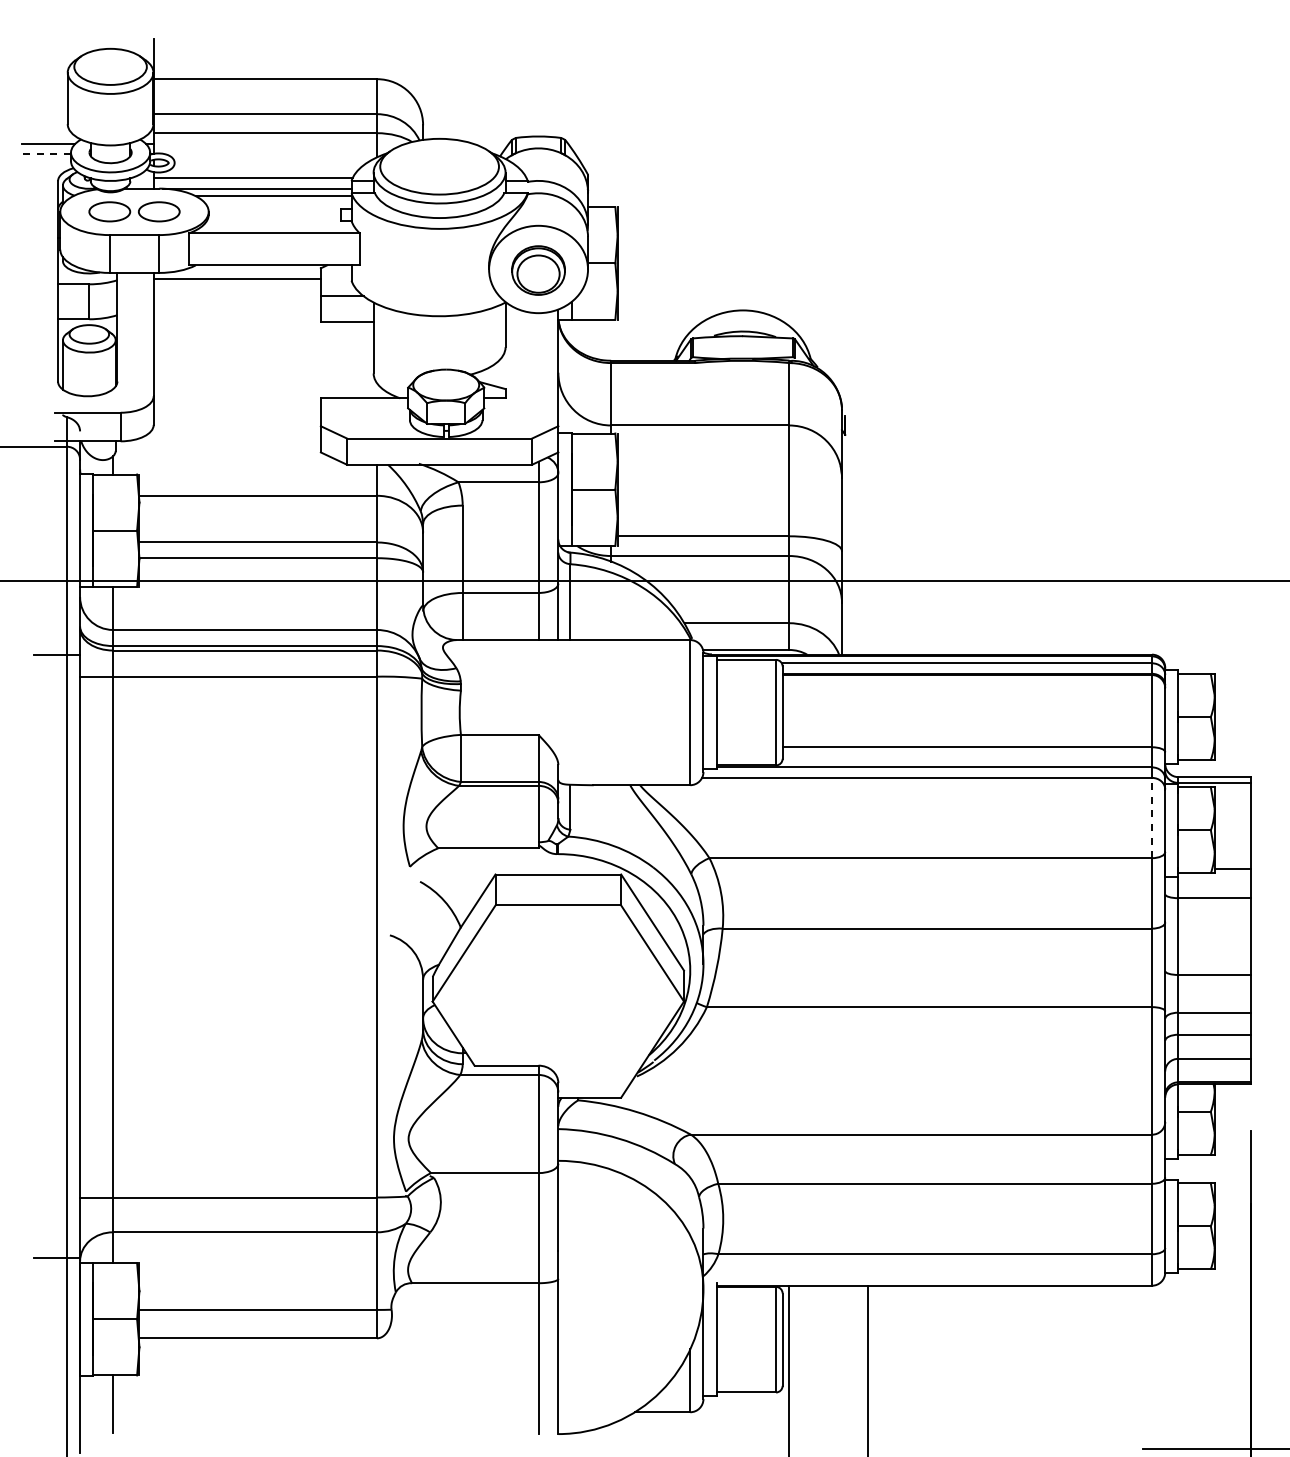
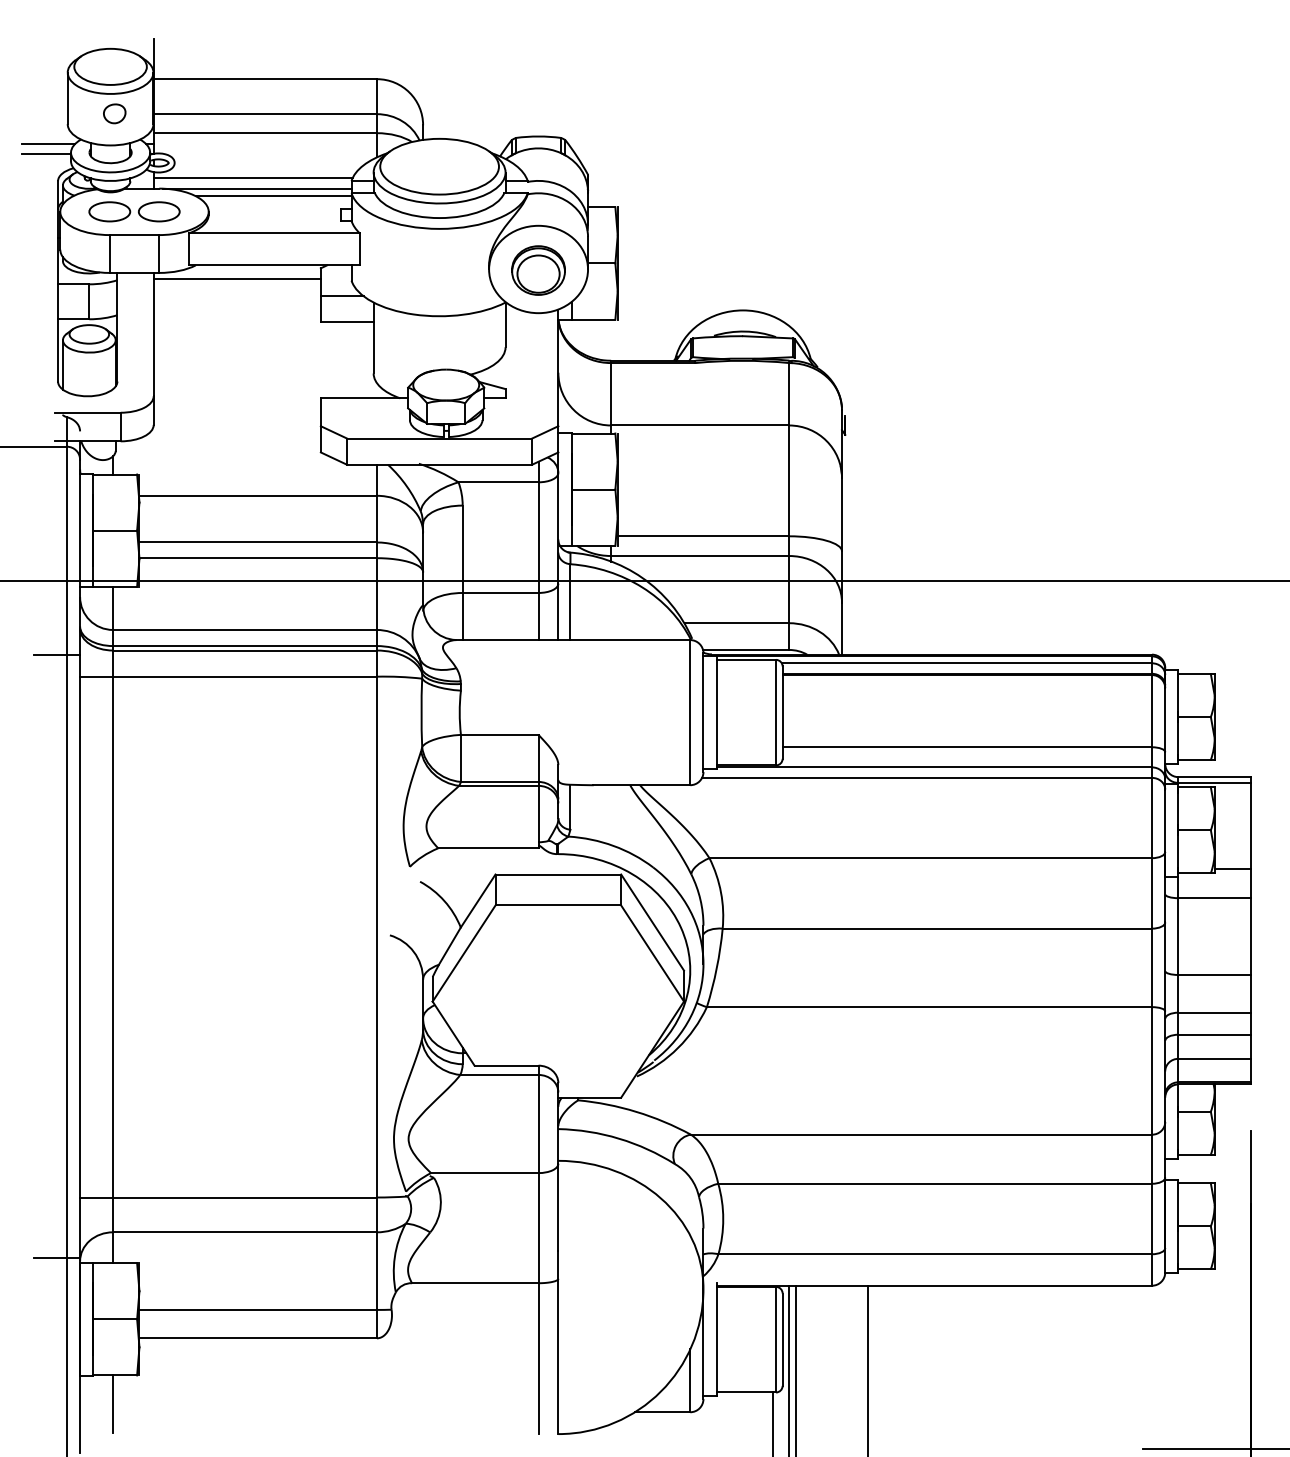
part at (114, 113): none -> present
line at (46, 153): dashed -> solid
line at (1152, 817): dashed -> solid
line at (795, 1369): none -> present
line at (772, 1422): none -> present
